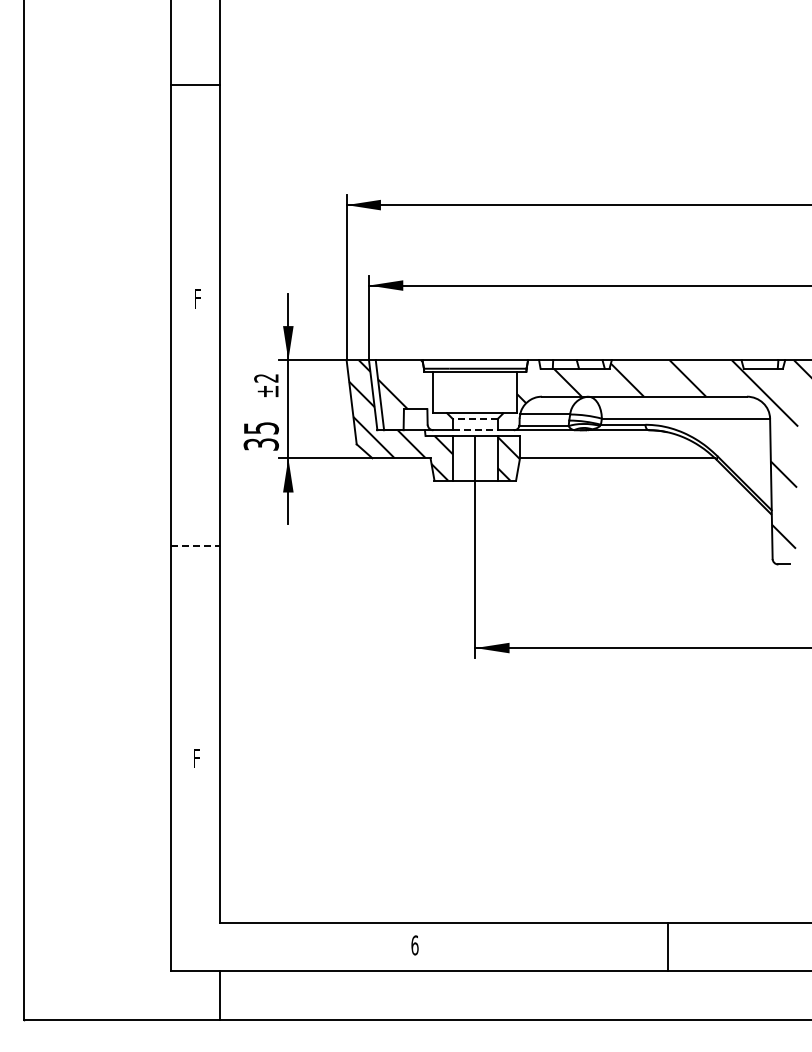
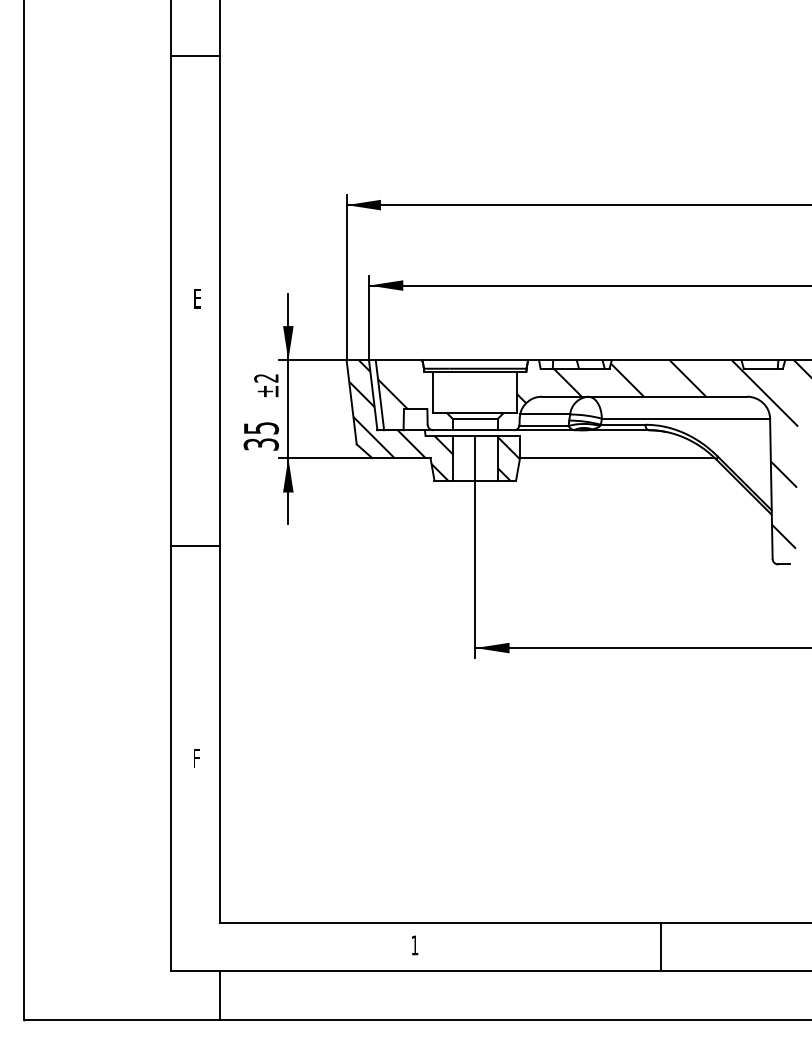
line at (195, 85) position: (195, 85) -> (195, 56)
text at (197, 298): F -> E
line at (474, 419): dashed -> solid
line at (475, 430): dashed -> solid
line at (196, 545): dashed -> solid
text at (414, 945): 6 -> 1
line at (667, 946) position: (667, 946) -> (660, 946)
